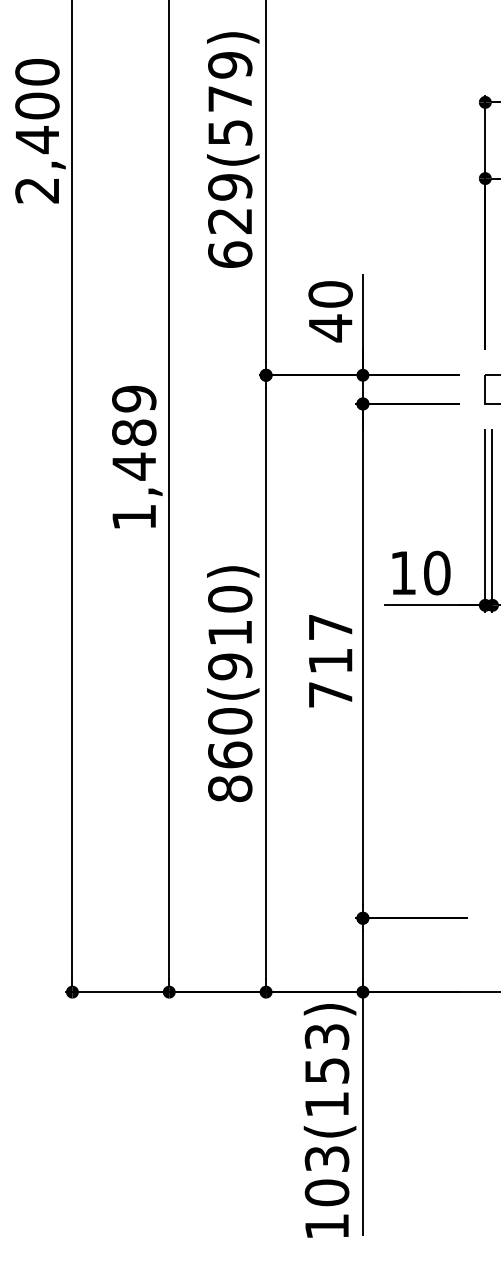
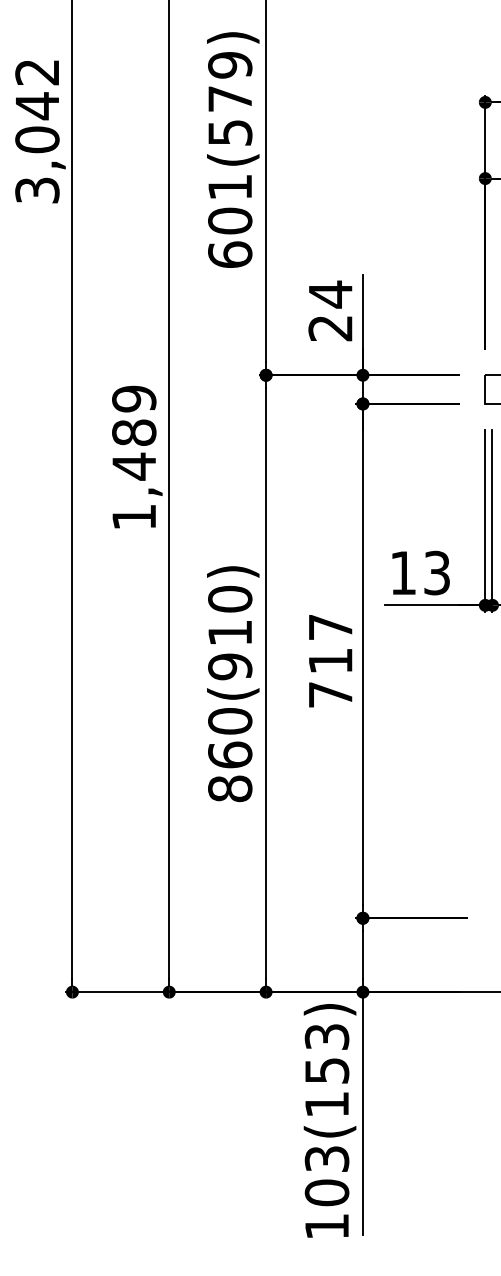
text at (37, 131): 2,400 -> 3,042
text at (230, 204): 629(579) -> 601(579)
text at (330, 311): 40 -> 24
text at (437, 572): 10 -> 13
